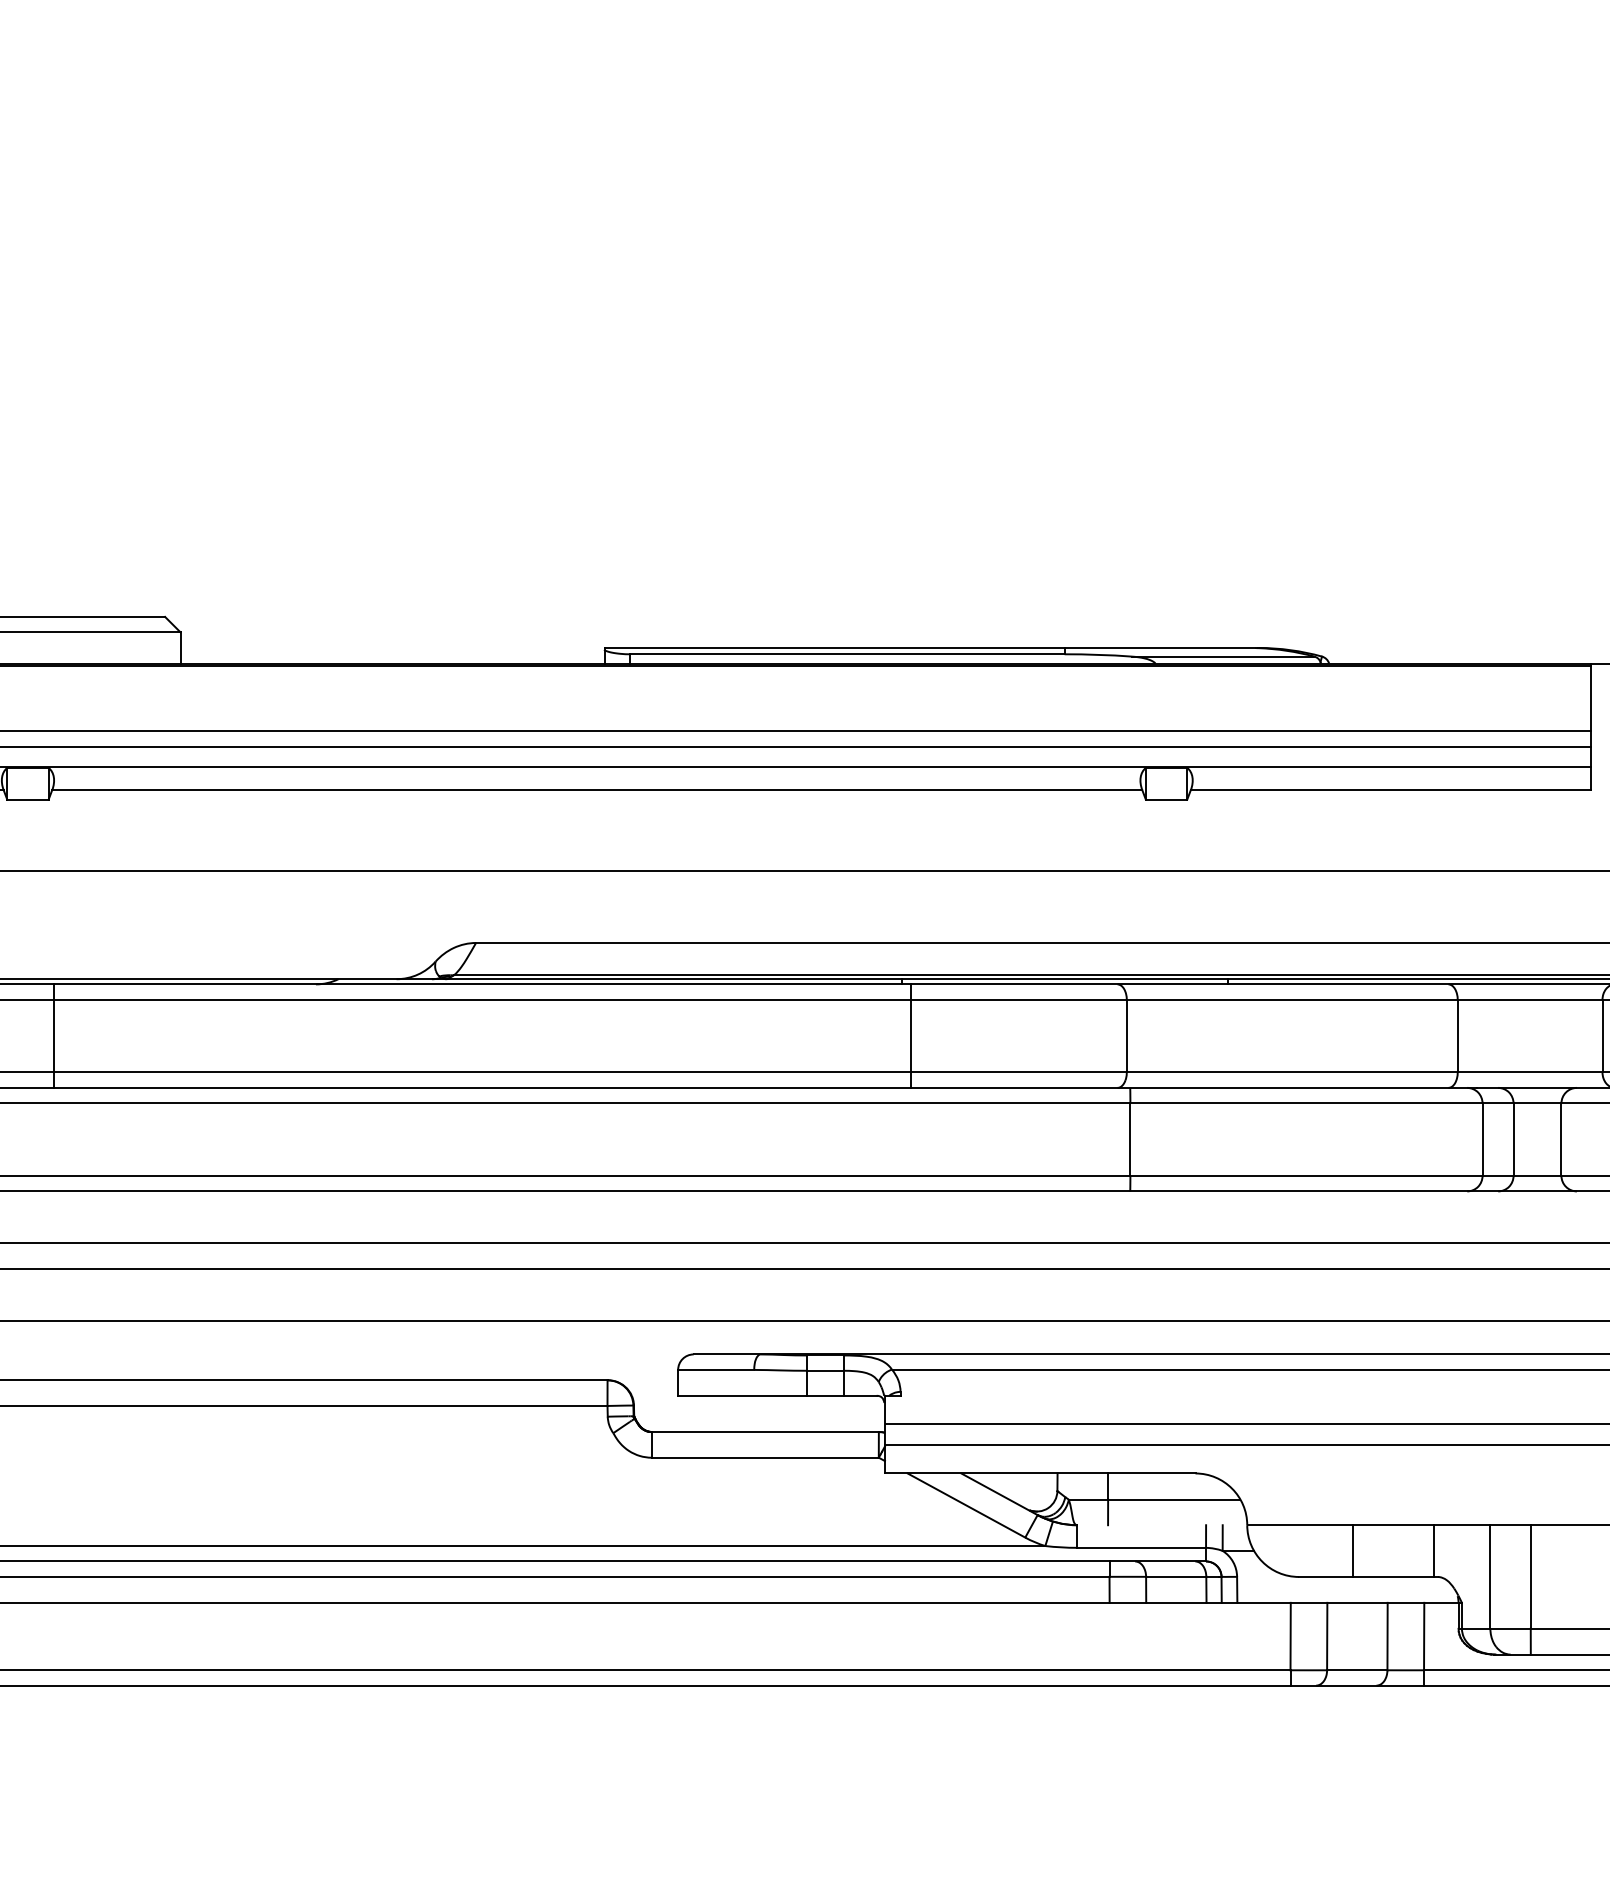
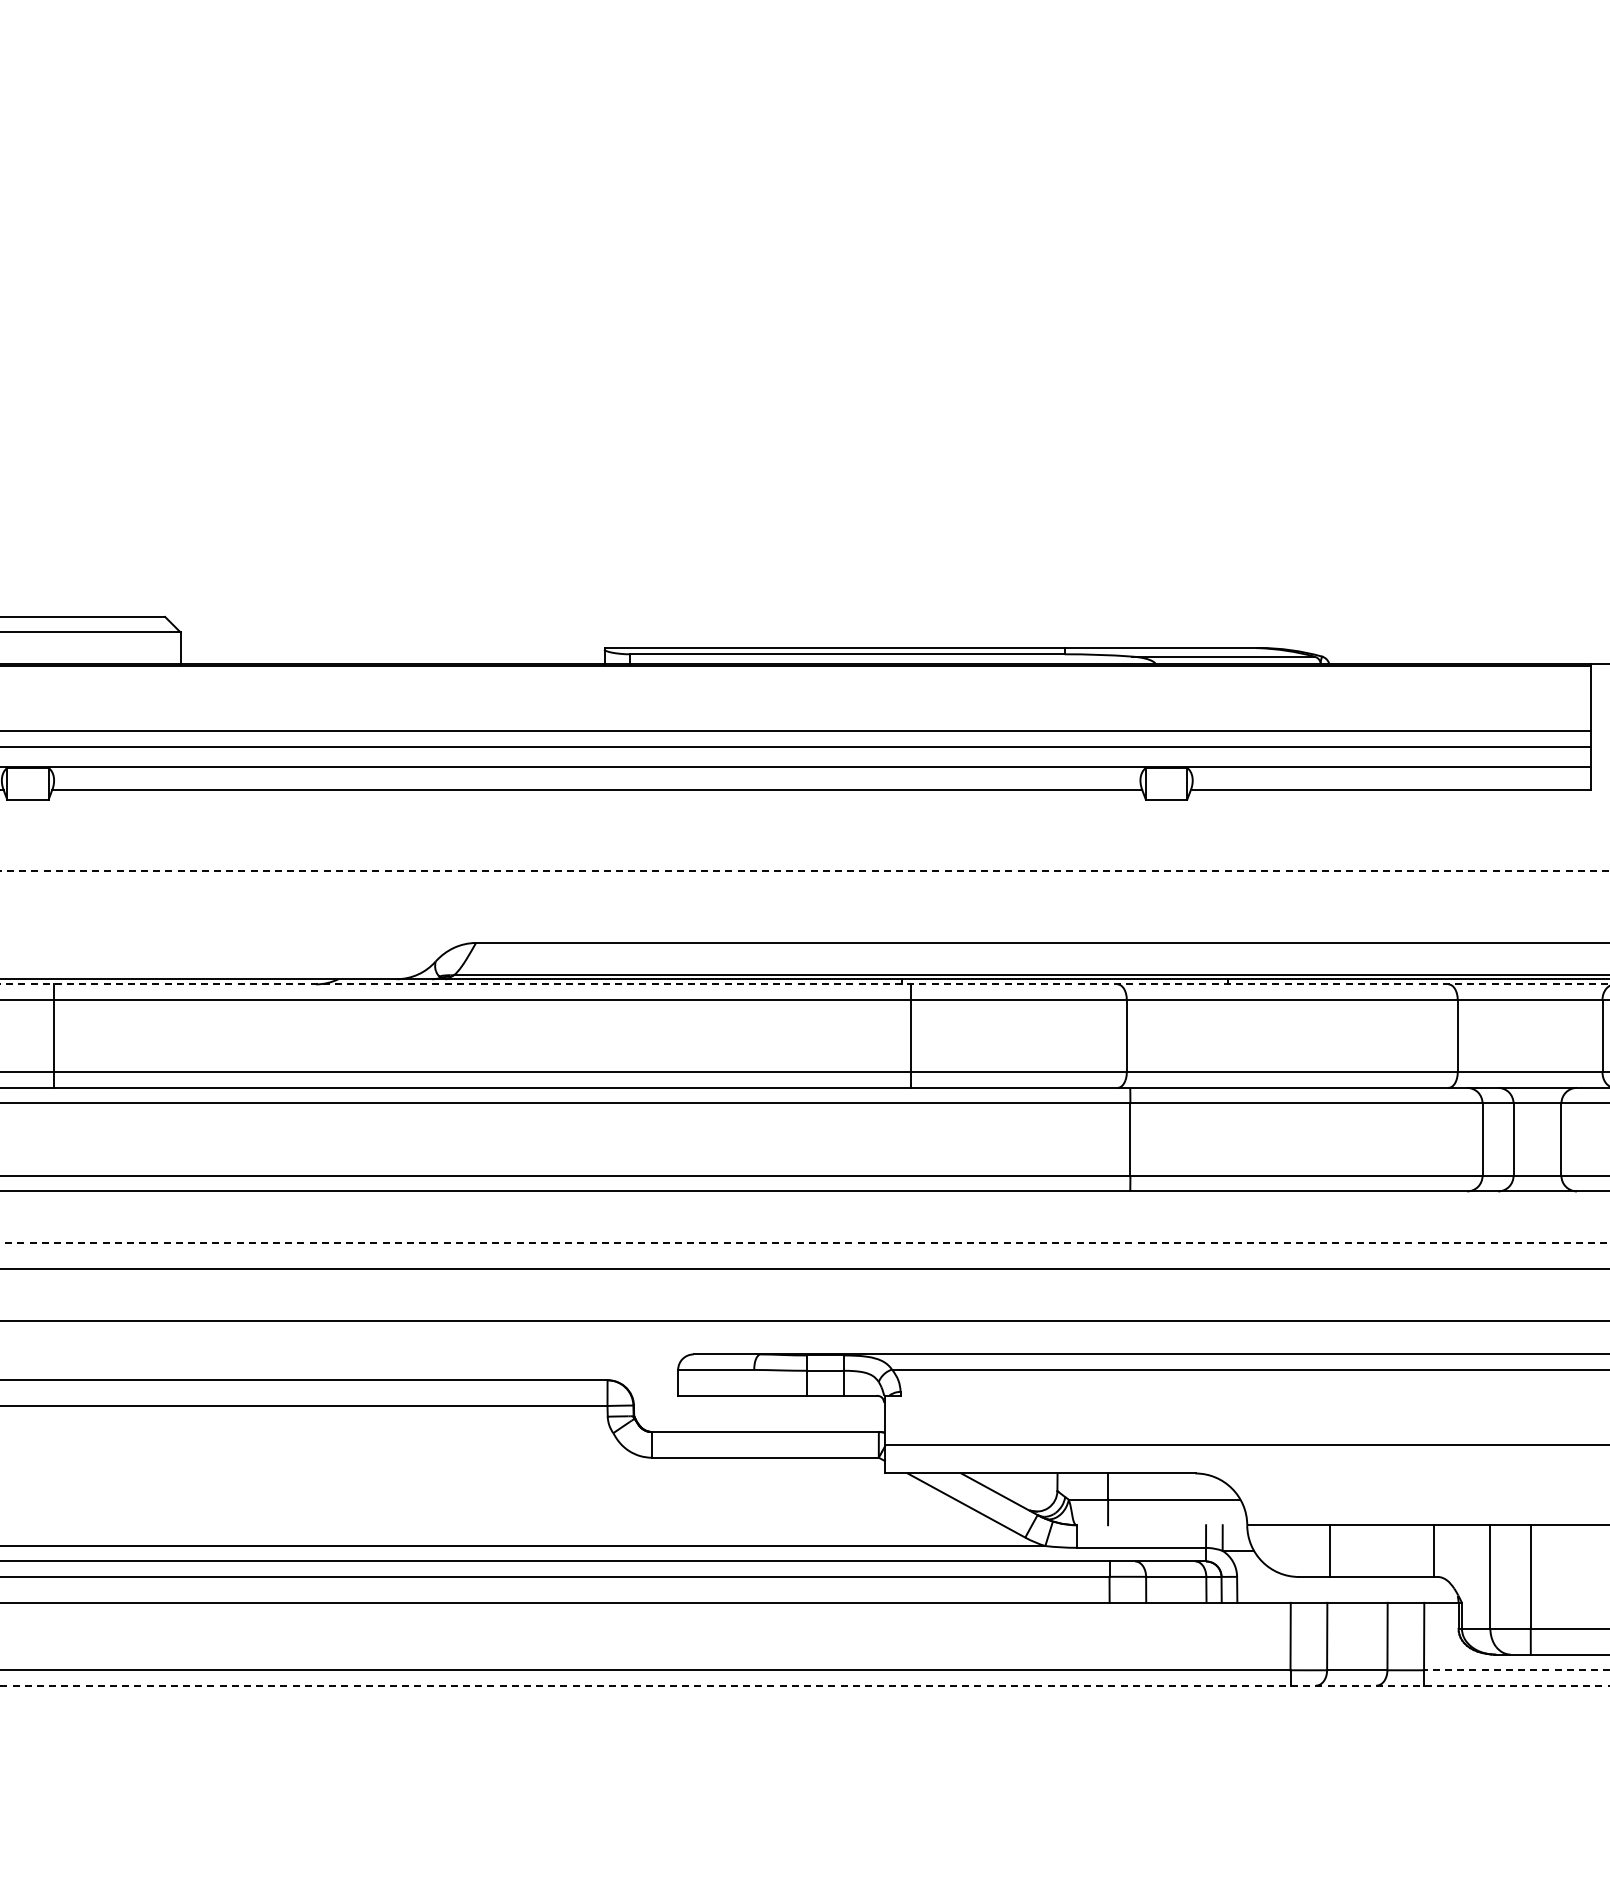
line at (805, 870): solid -> dashed
line at (804, 984): solid -> dashed
line at (805, 1243): solid -> dashed
line at (1246, 1424): present -> none
line at (1352, 1550) position: (1352, 1550) -> (1329, 1550)
line at (1516, 1670): solid -> dashed
line at (804, 1685): solid -> dashed
